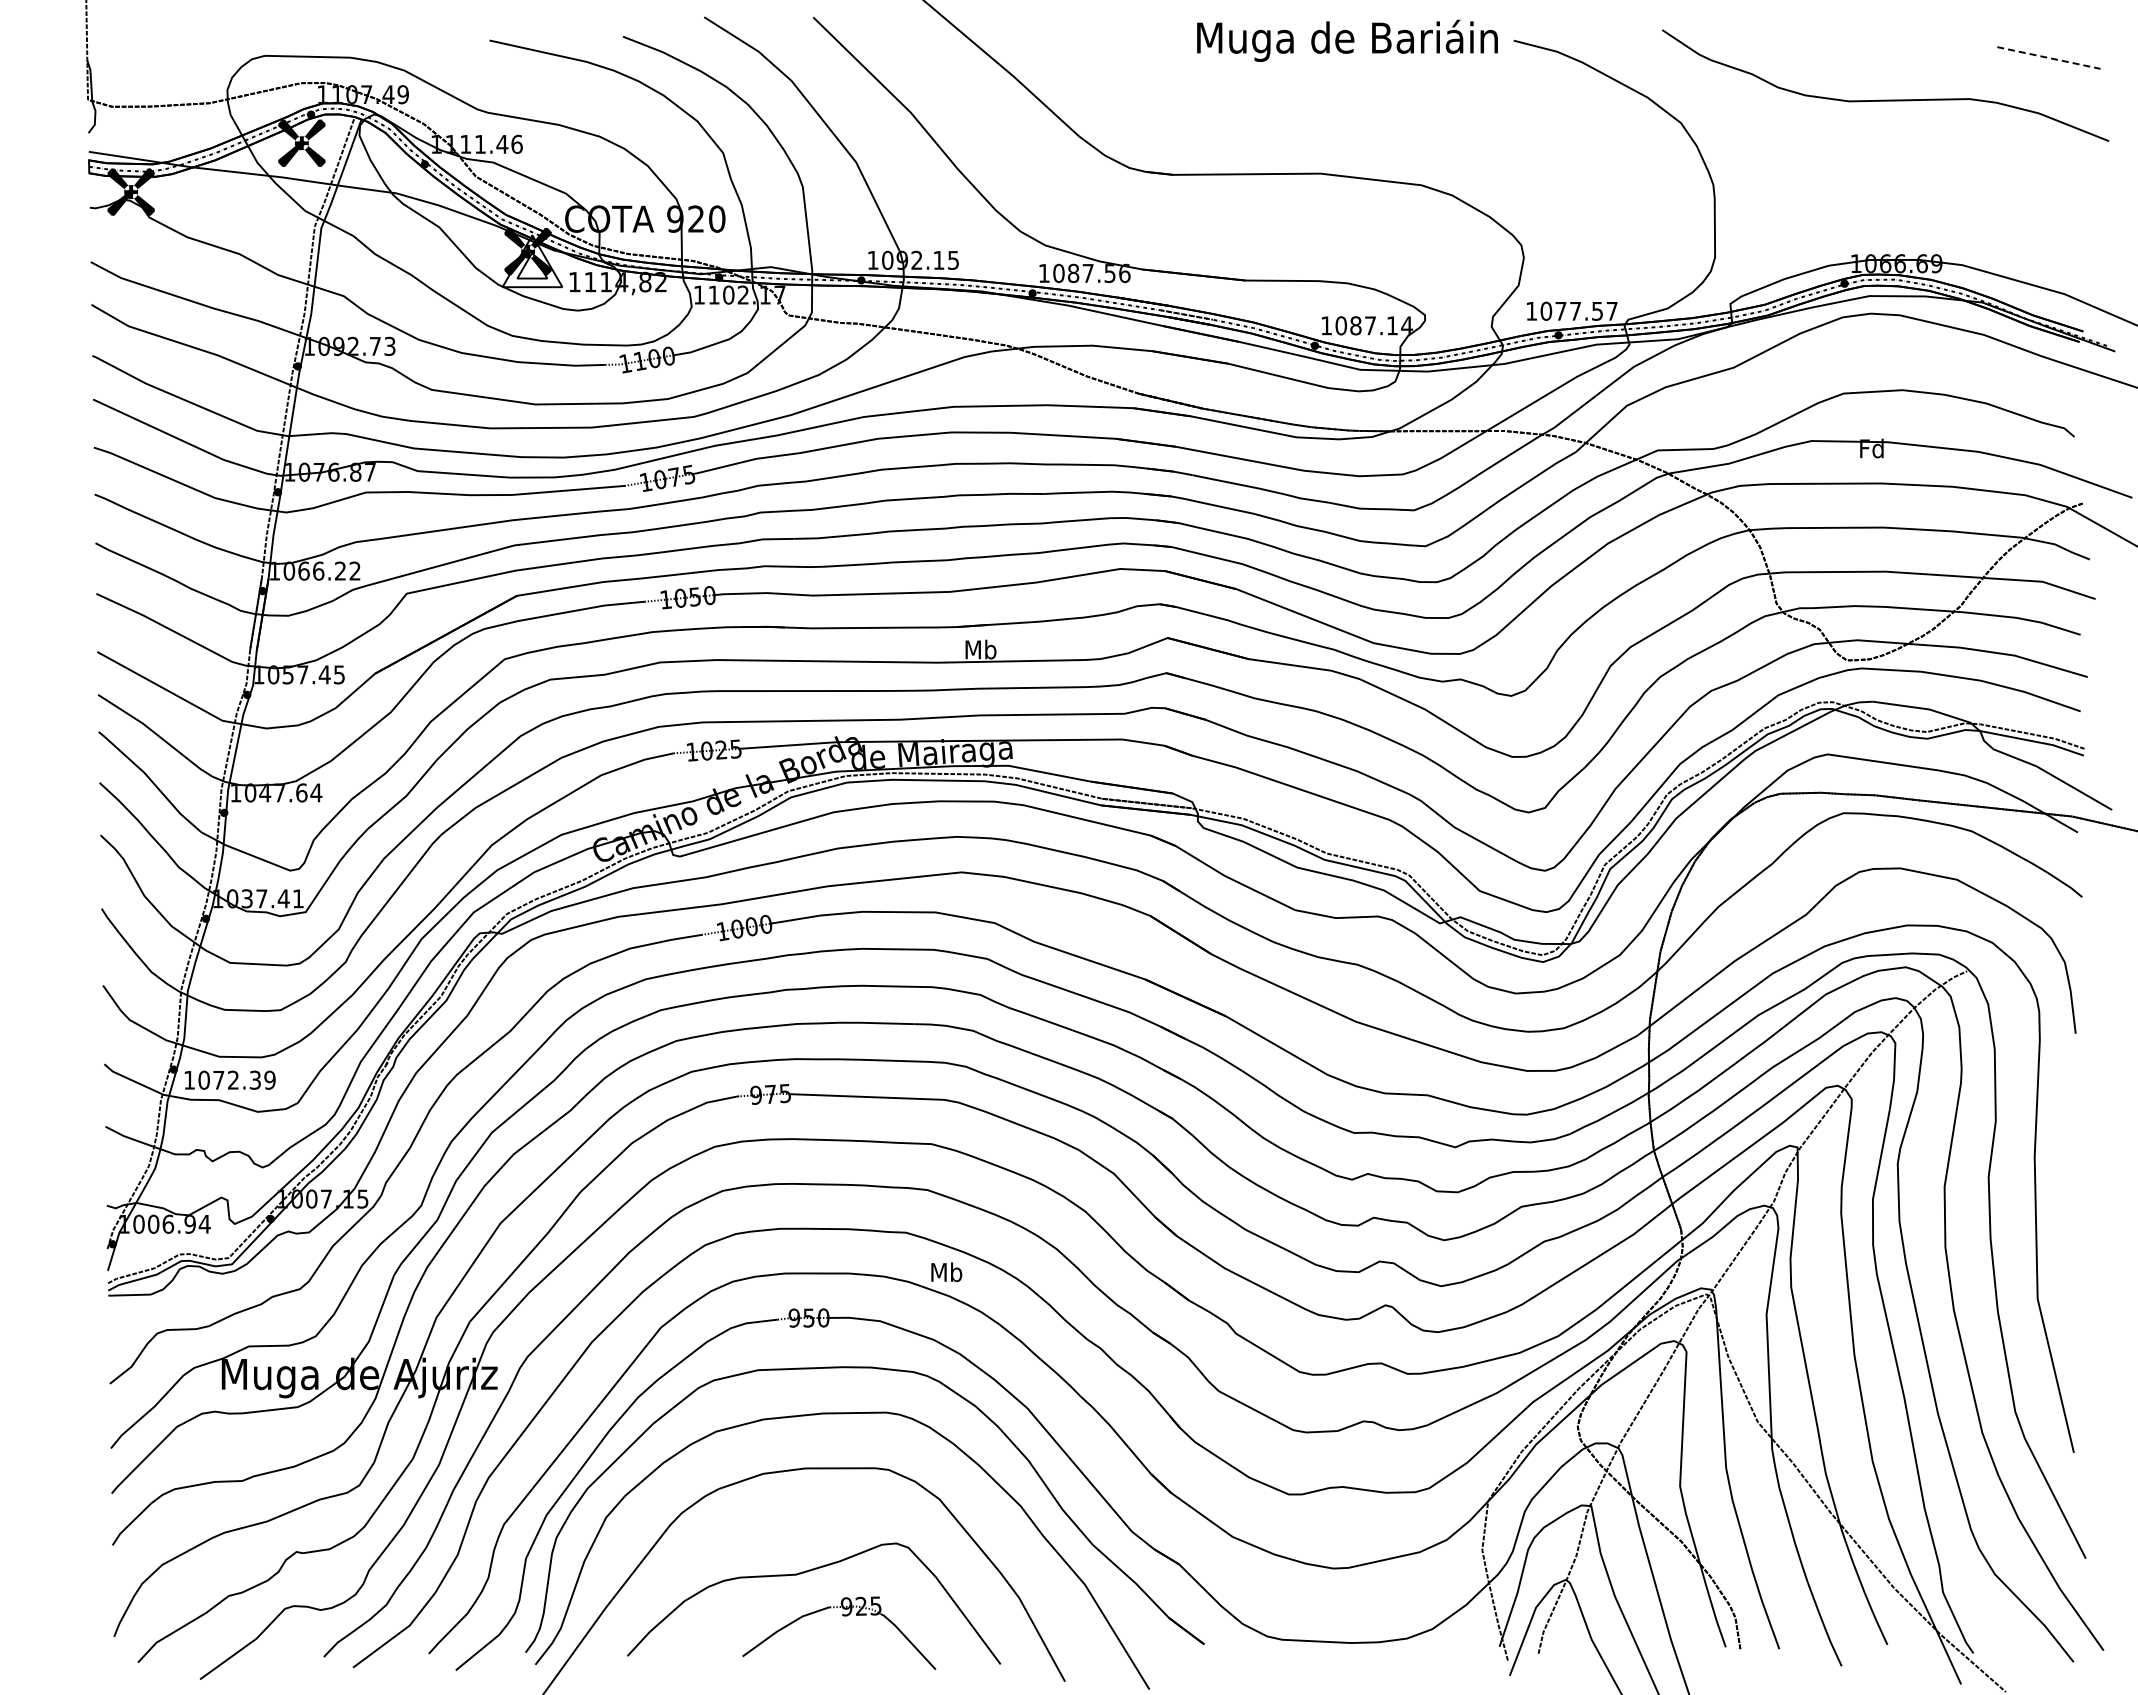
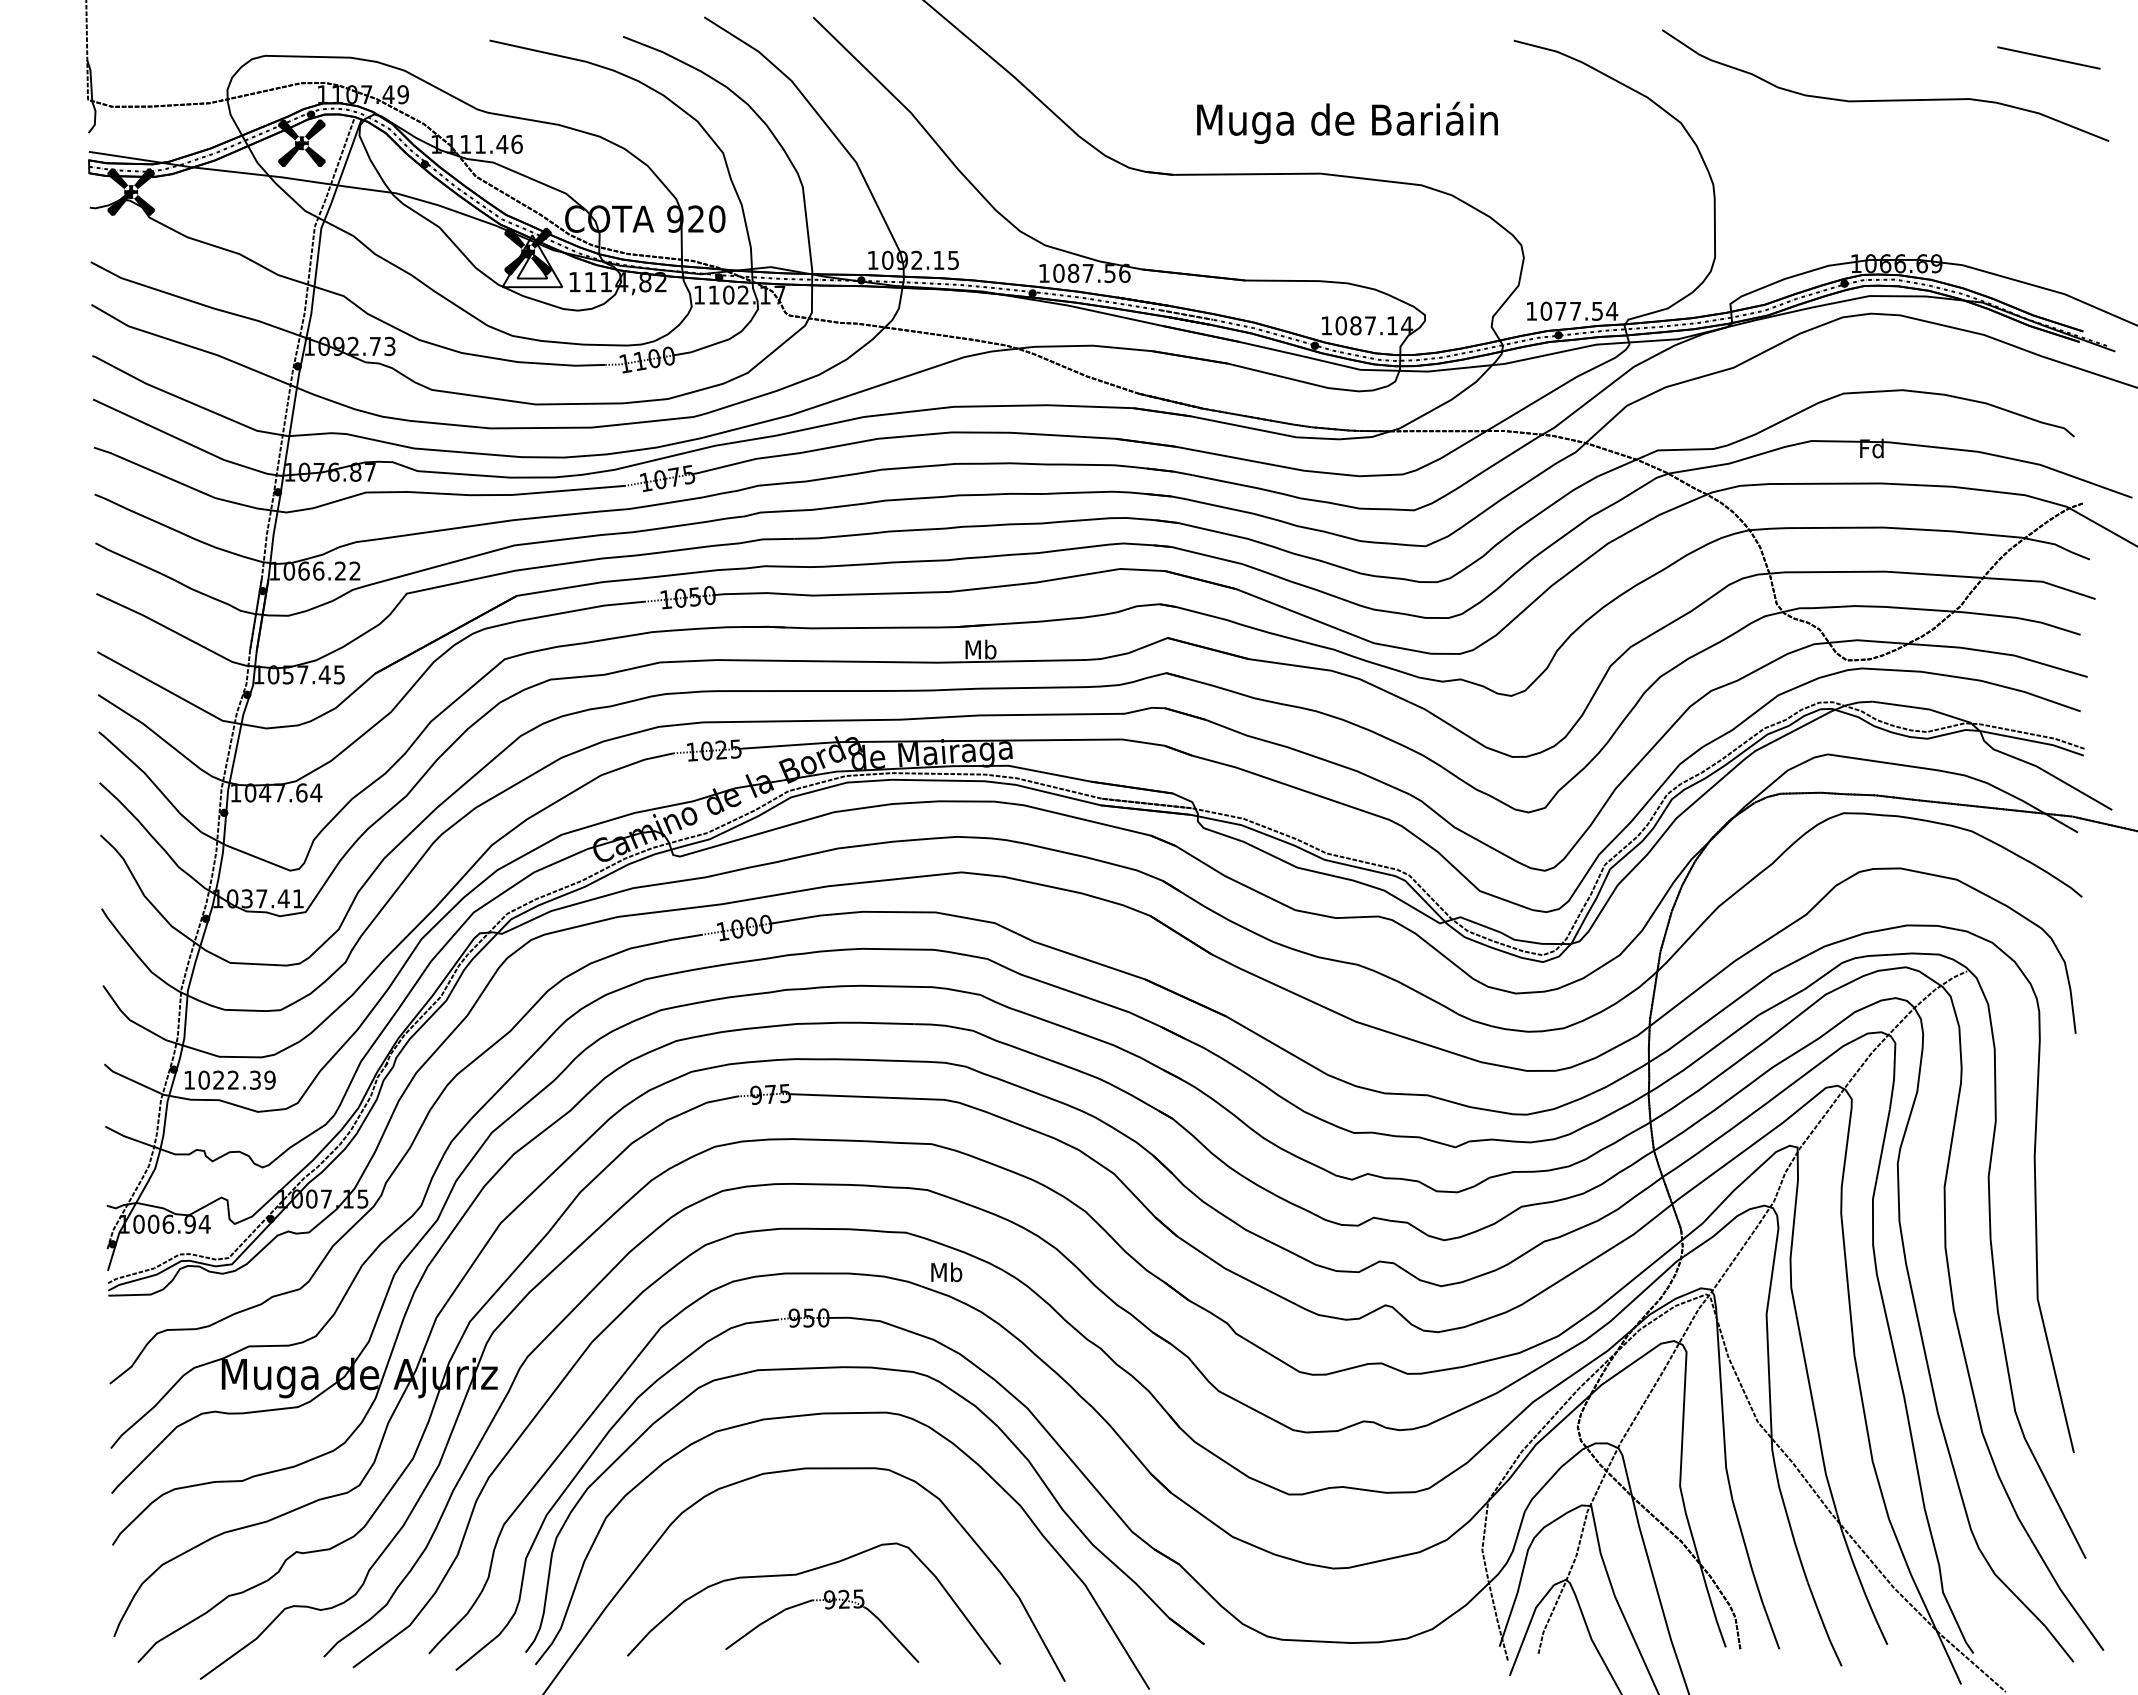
text at (1347, 40) position: (1347, 40) -> (1347, 122)
line at (2048, 58): dashed -> solid
text at (1612, 311): 1077.57 -> 1077.54
text at (218, 1079): 1072.39 -> 1022.39
part at (843, 1616) position: (843, 1616) -> (826, 1609)
